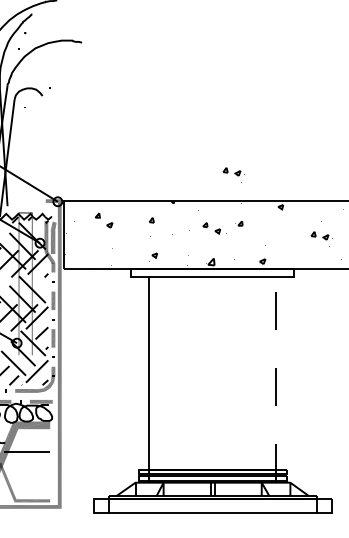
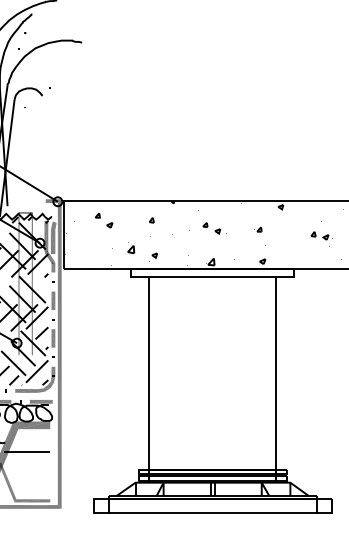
part at (233, 174): present -> none
part at (239, 223) position: (239, 223) -> (258, 229)
part at (131, 248): none -> present
line at (276, 379): dashed -> solid
